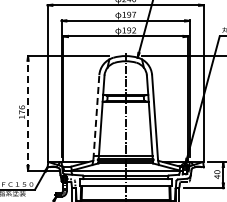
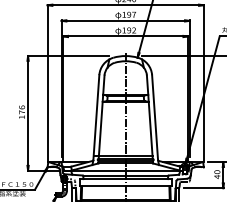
line at (28, 112): dashed -> solid
line at (96, 117): dashed -> solid
